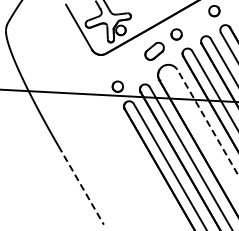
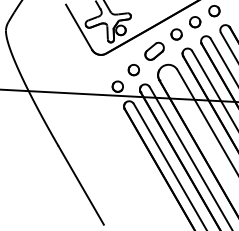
part at (195, 22): none -> present
part at (133, 70): none -> present
line at (207, 122): dashed -> solid
line at (81, 185): dashed -> solid
